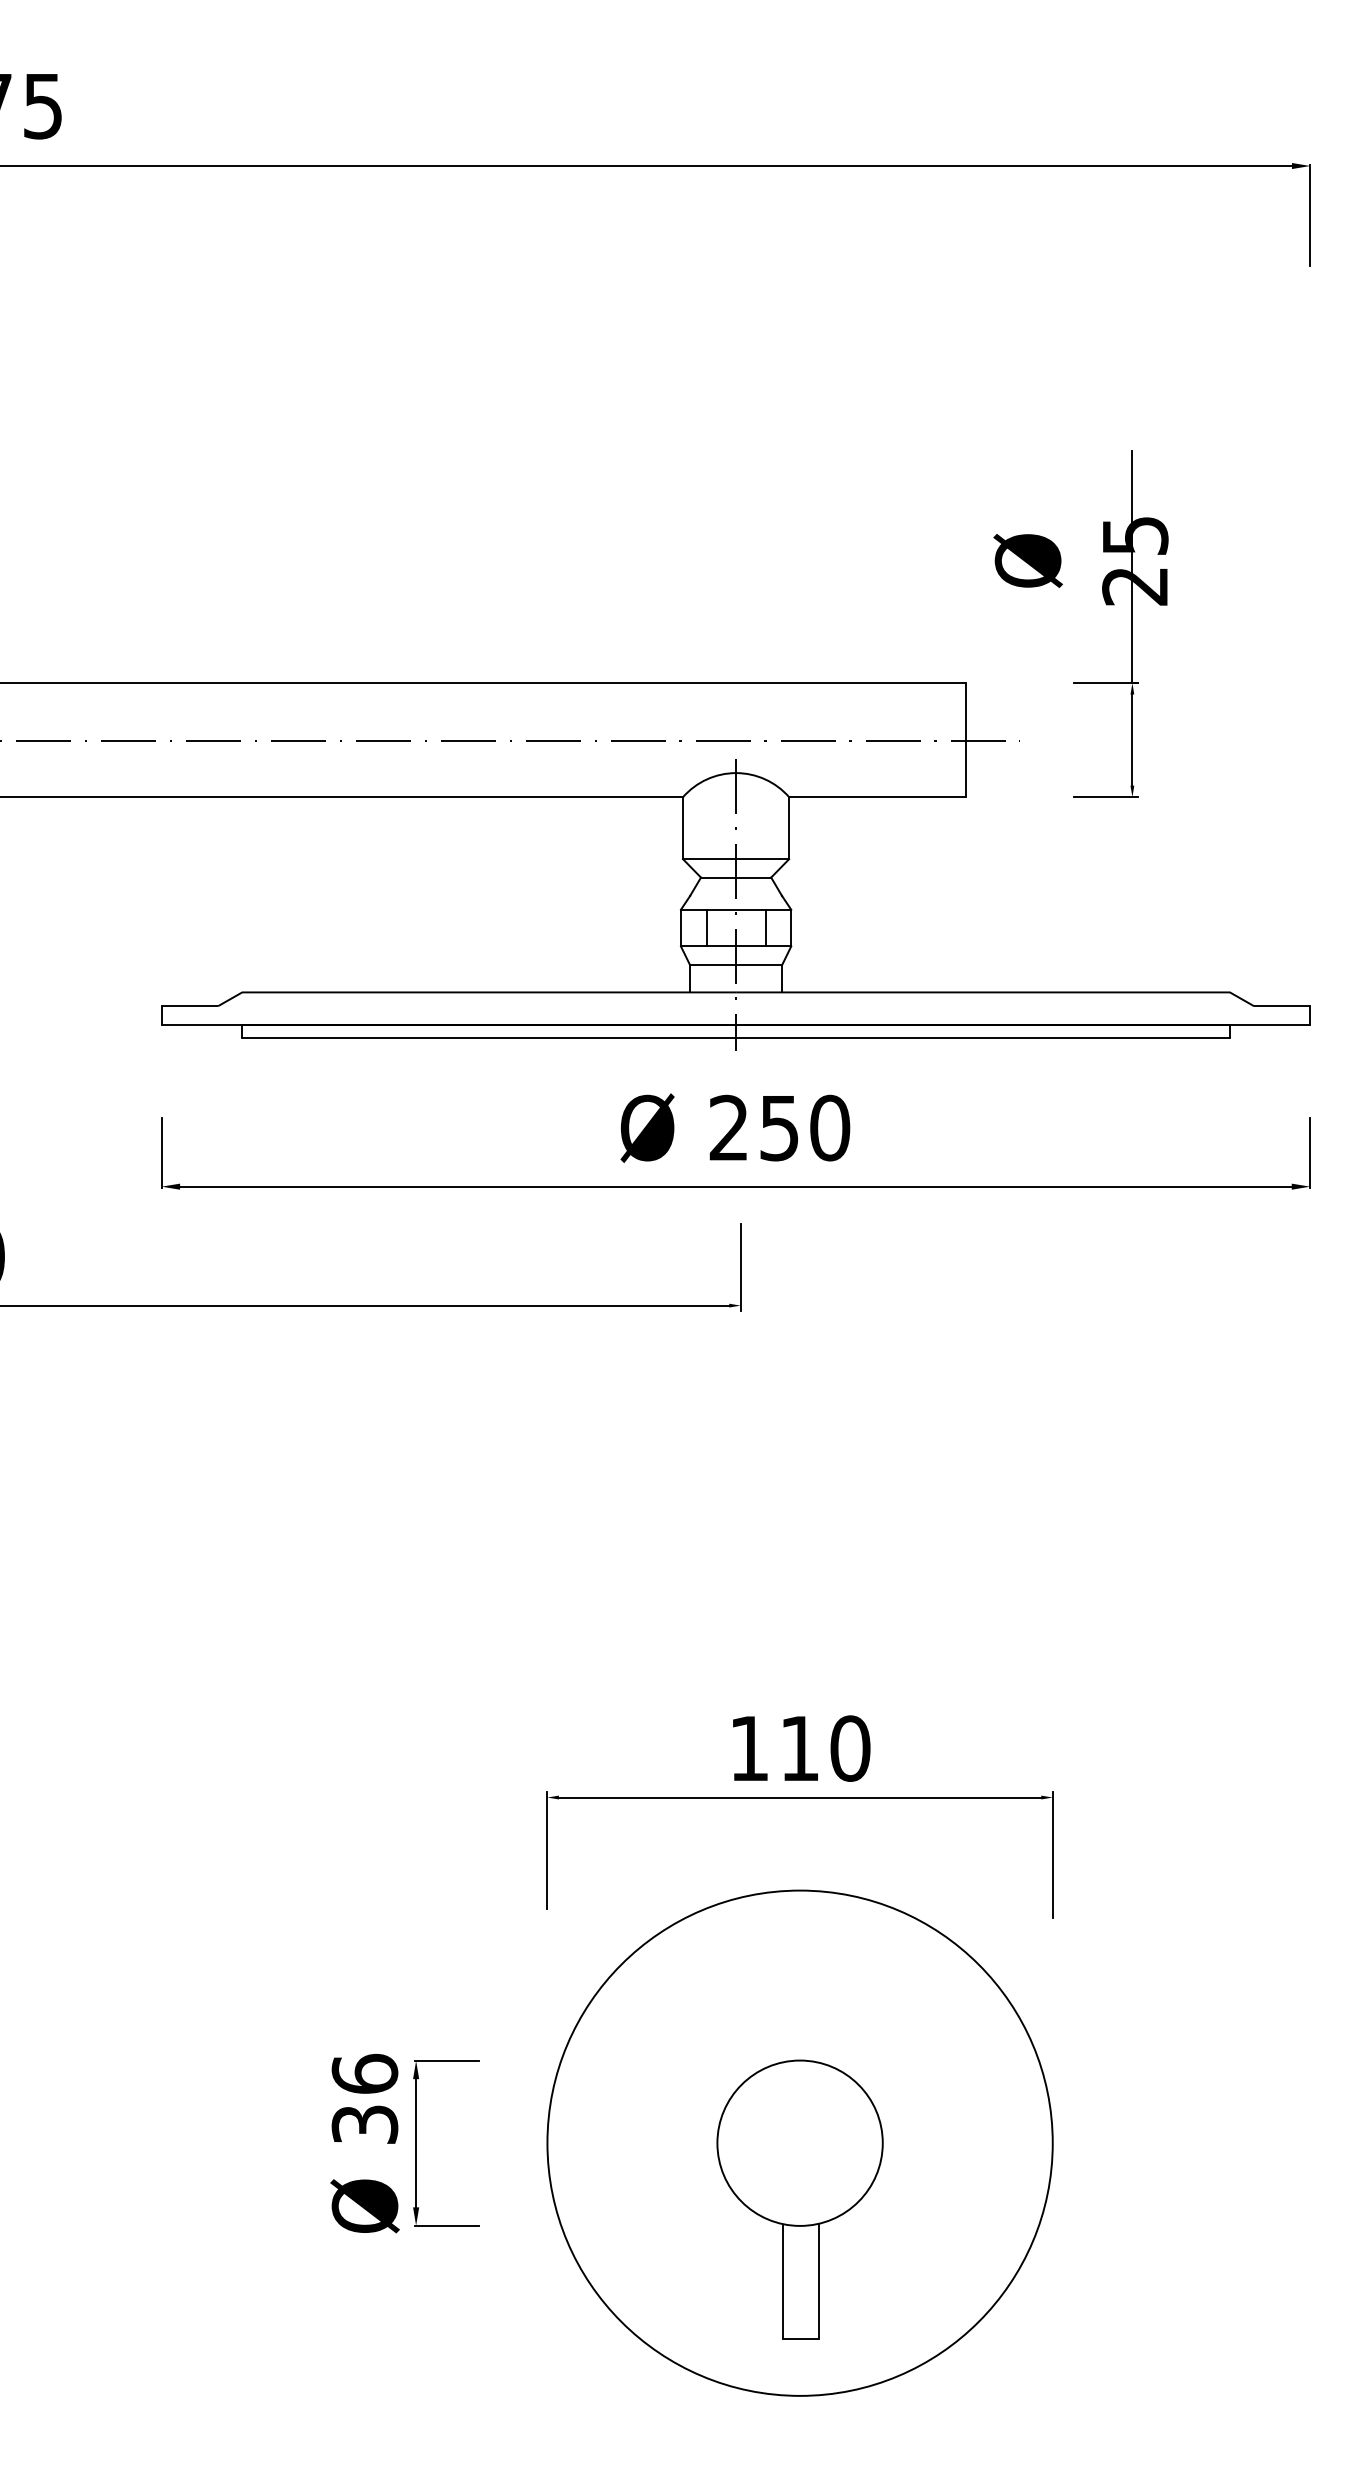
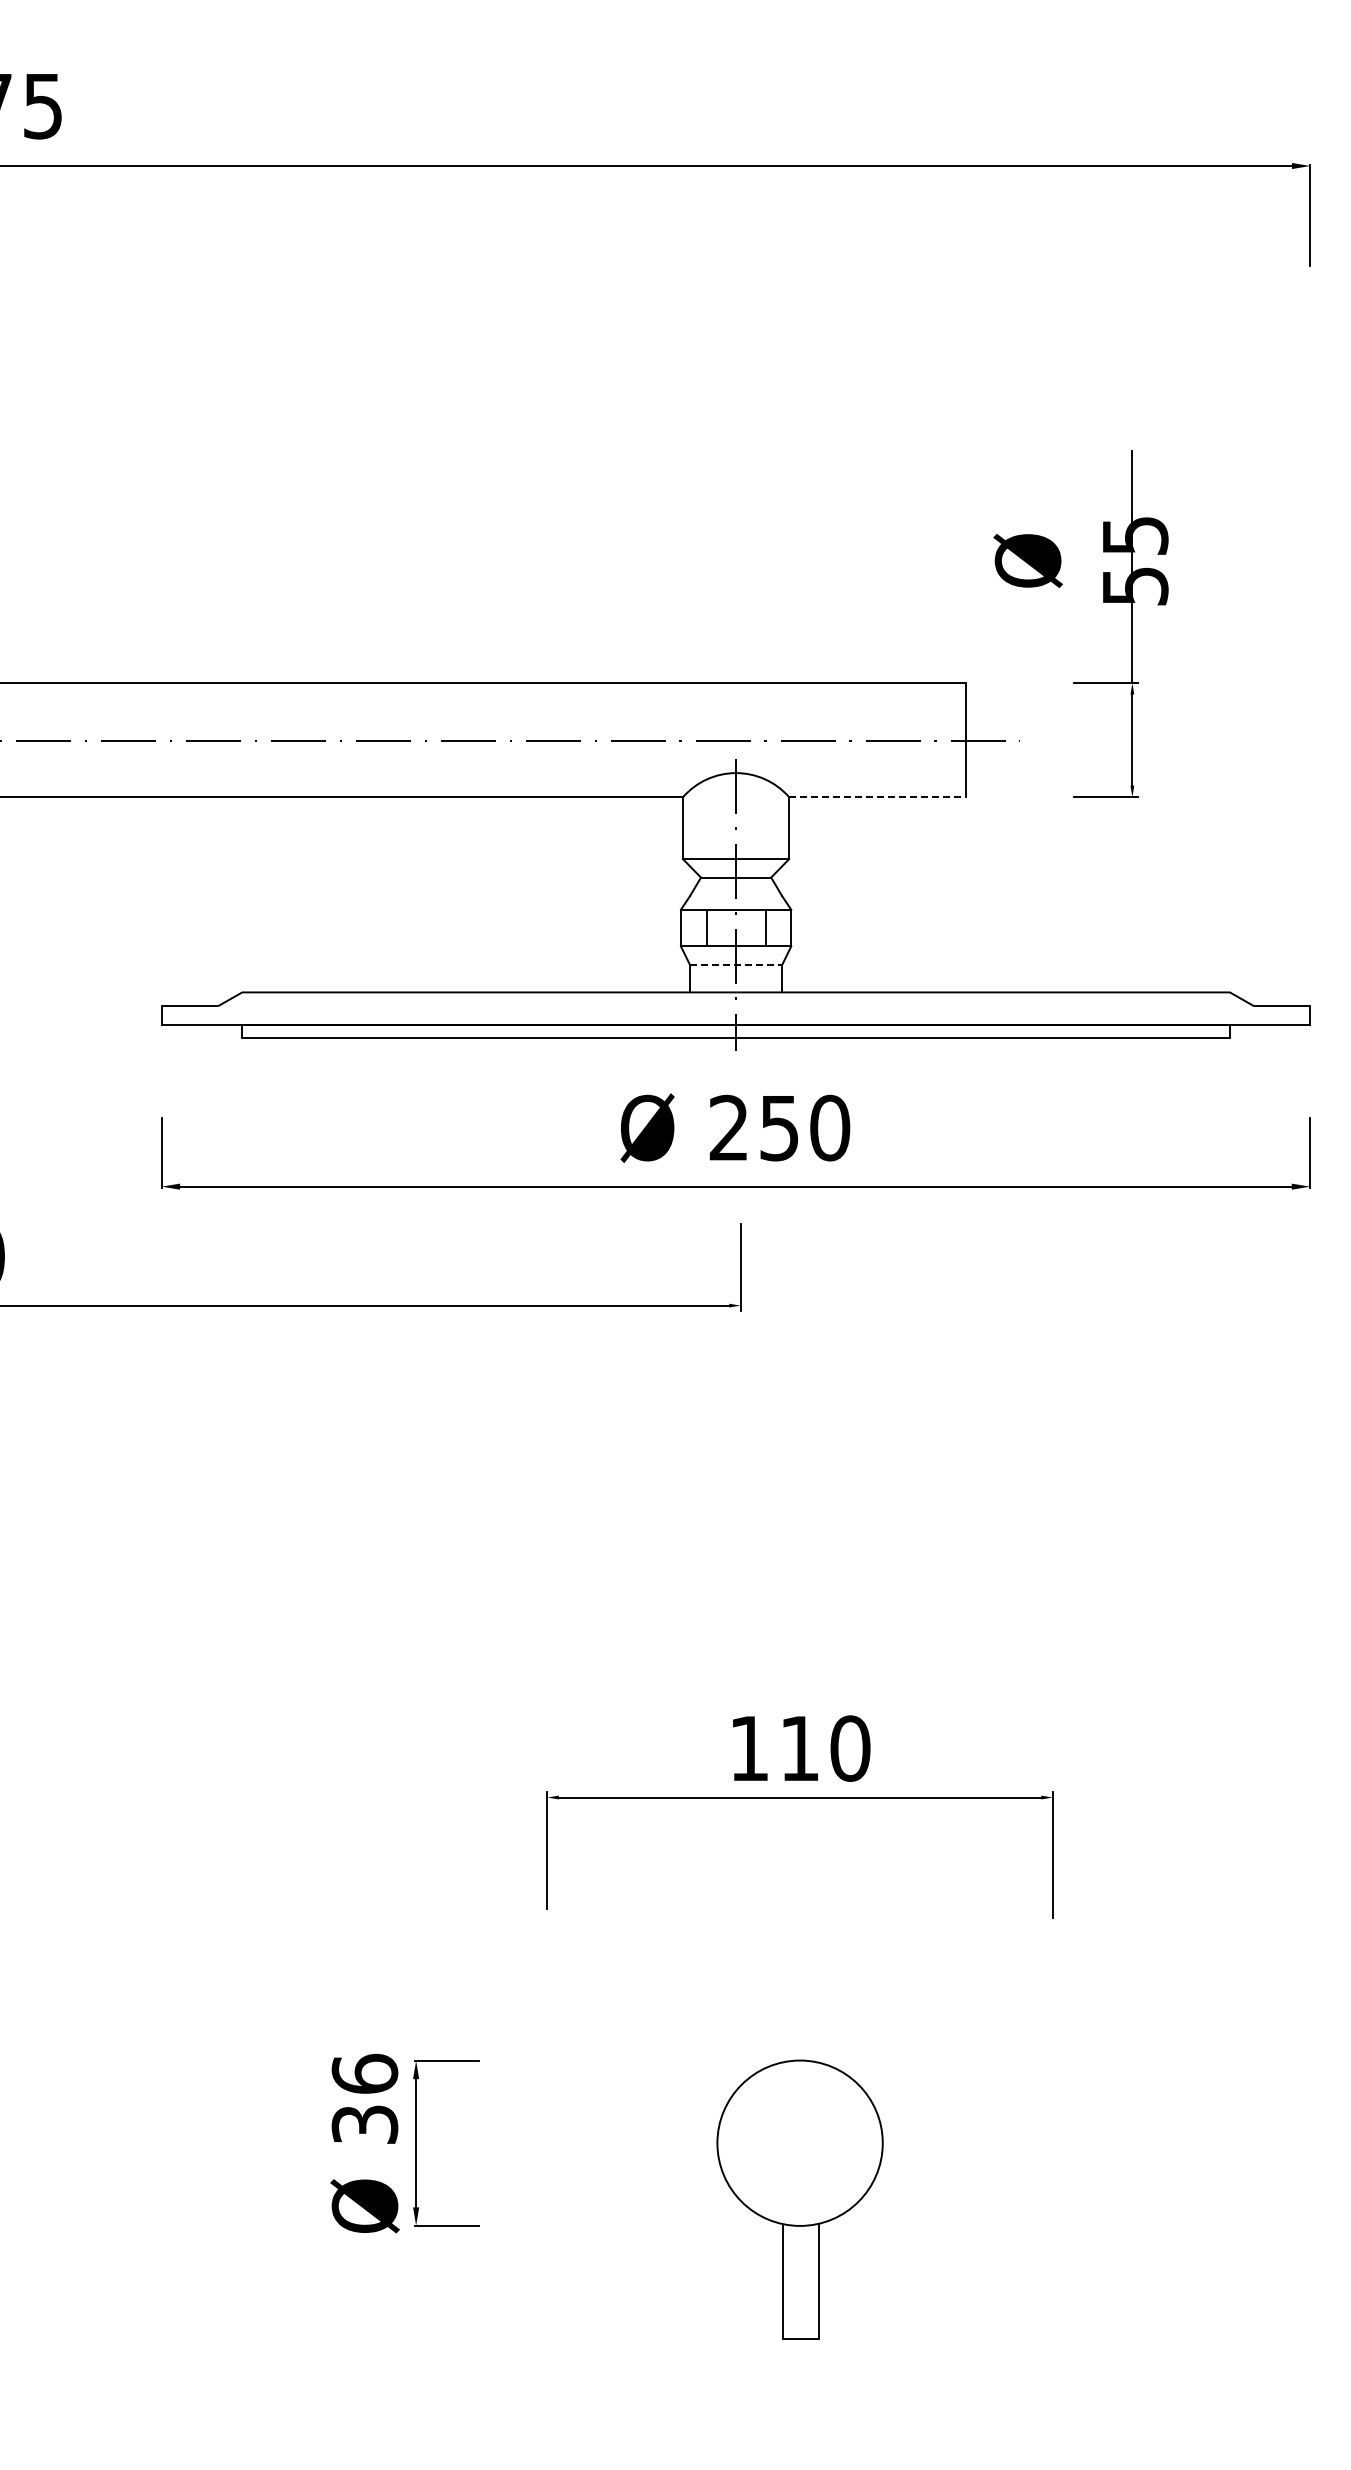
text at (1135, 586): 25 -> 55
line at (877, 797): solid -> dashed
line at (736, 965): solid -> dashed
circle at (799, 2142): present -> none
